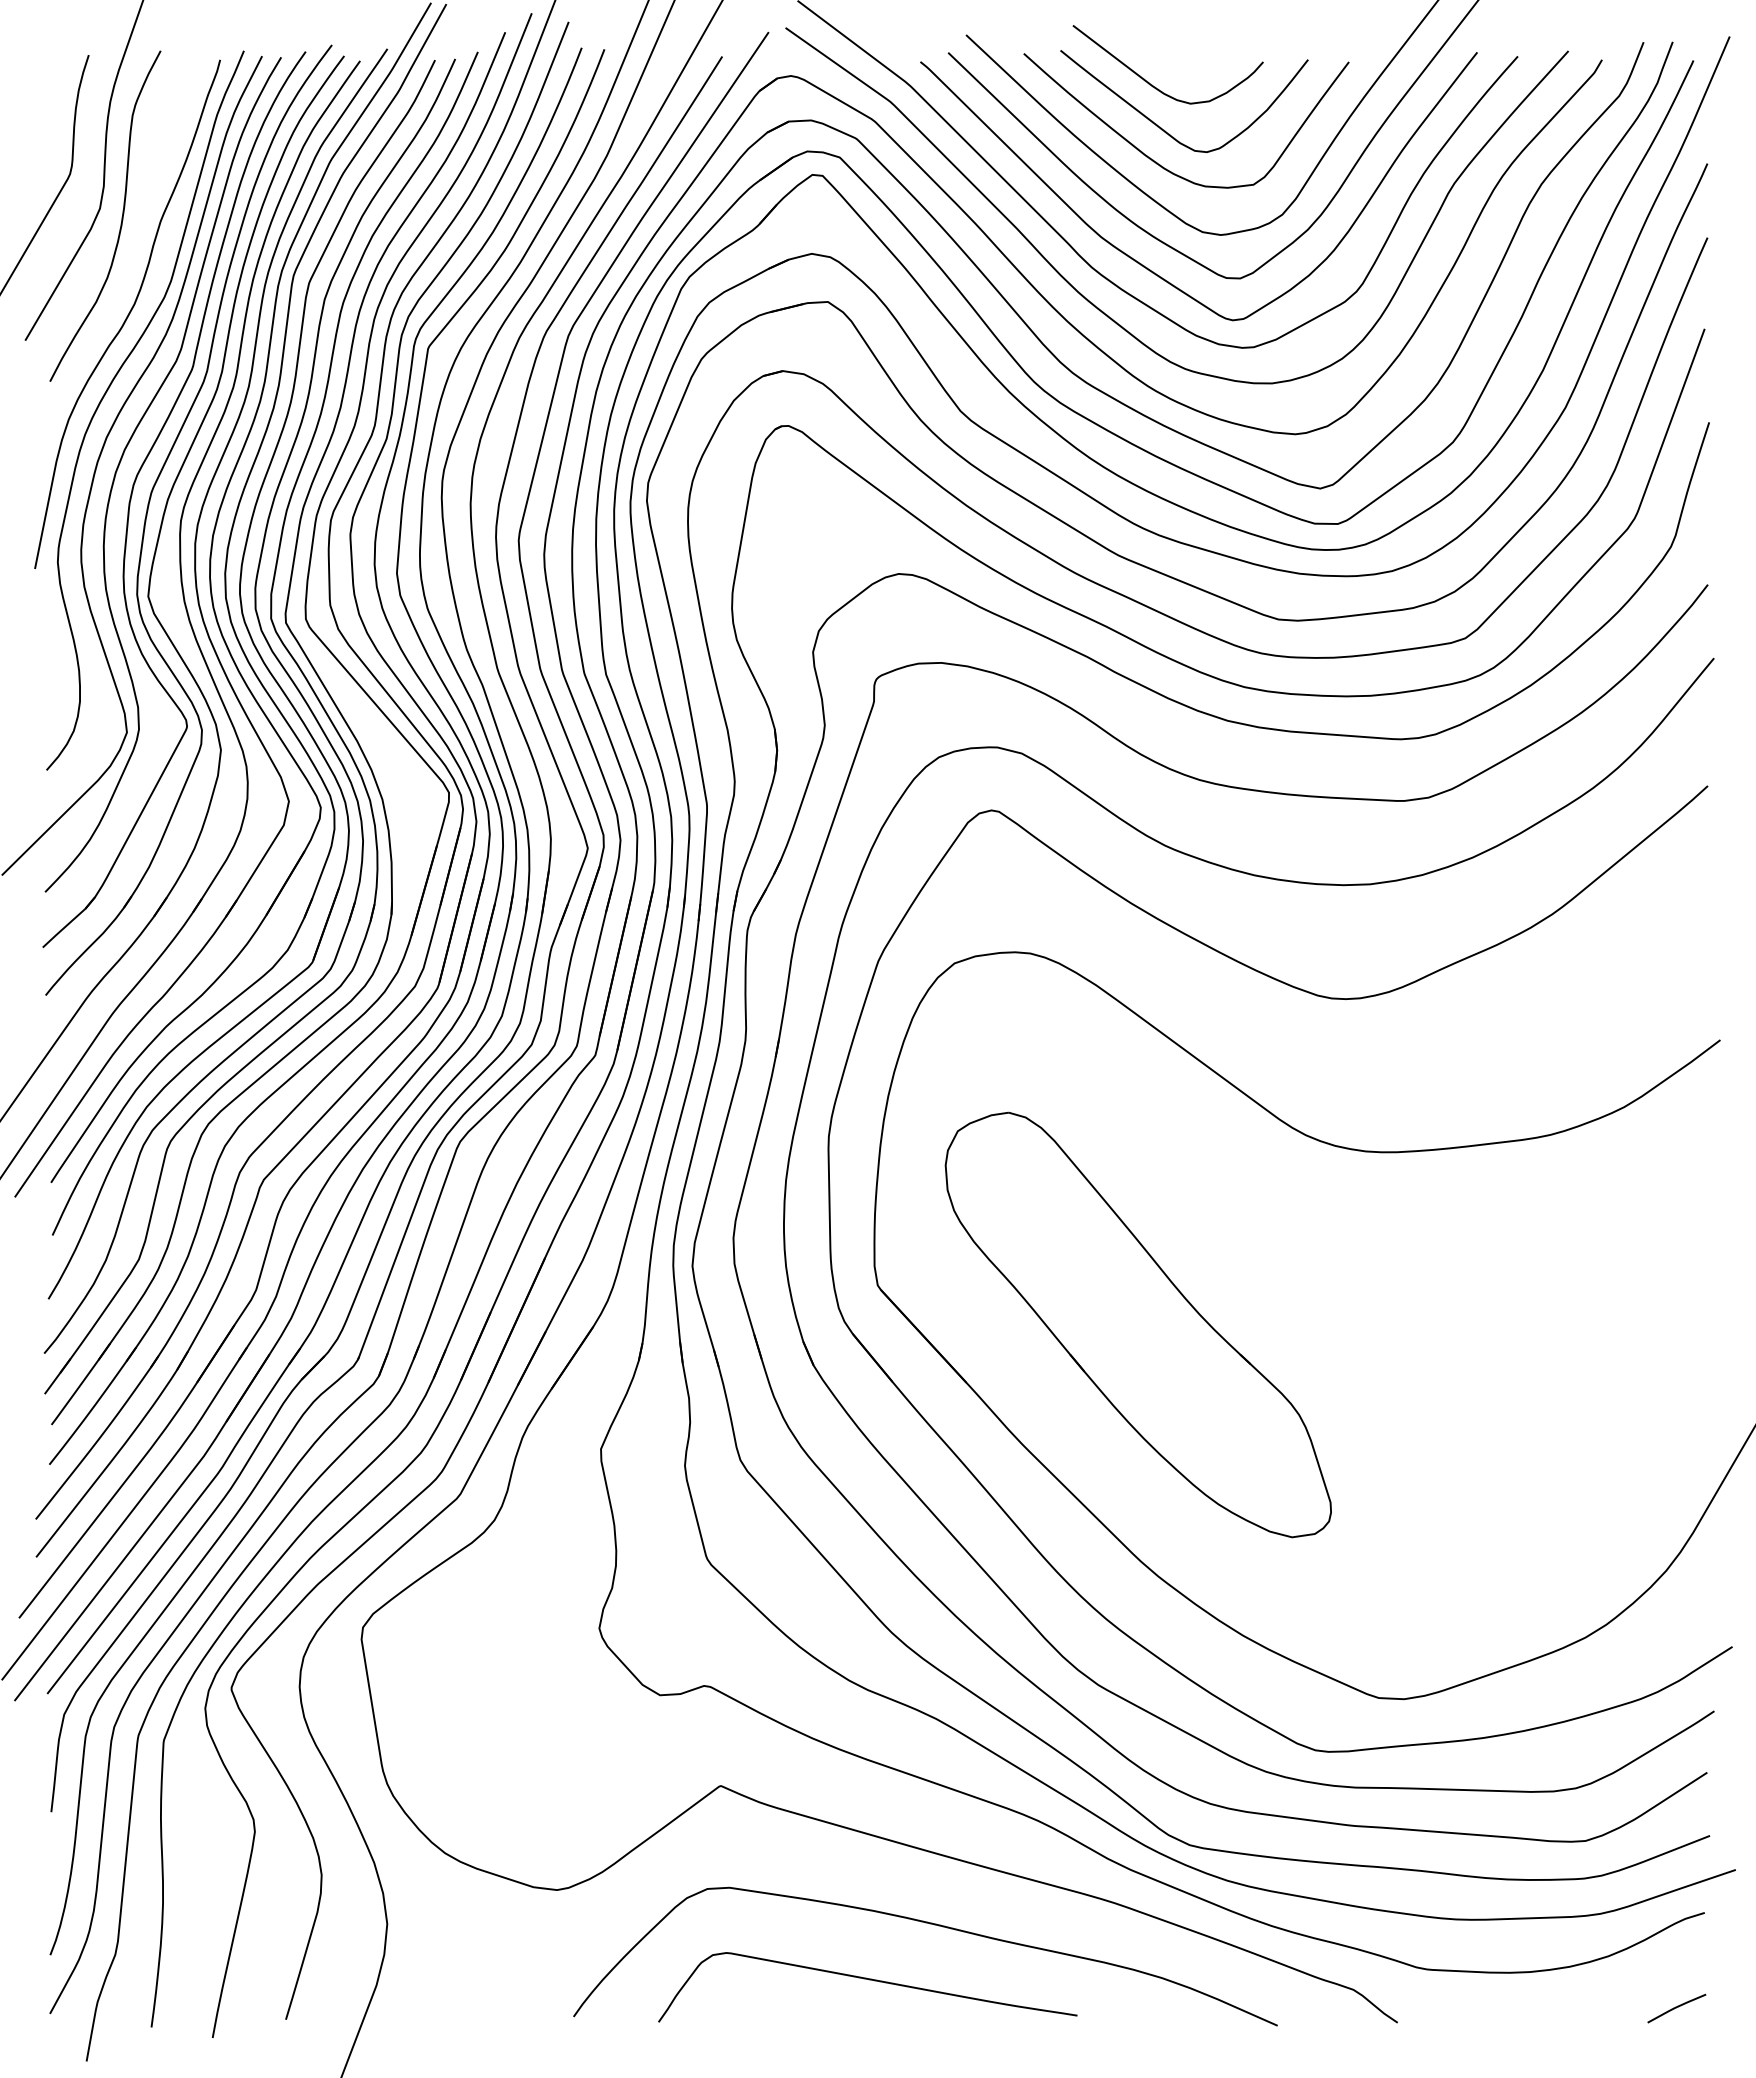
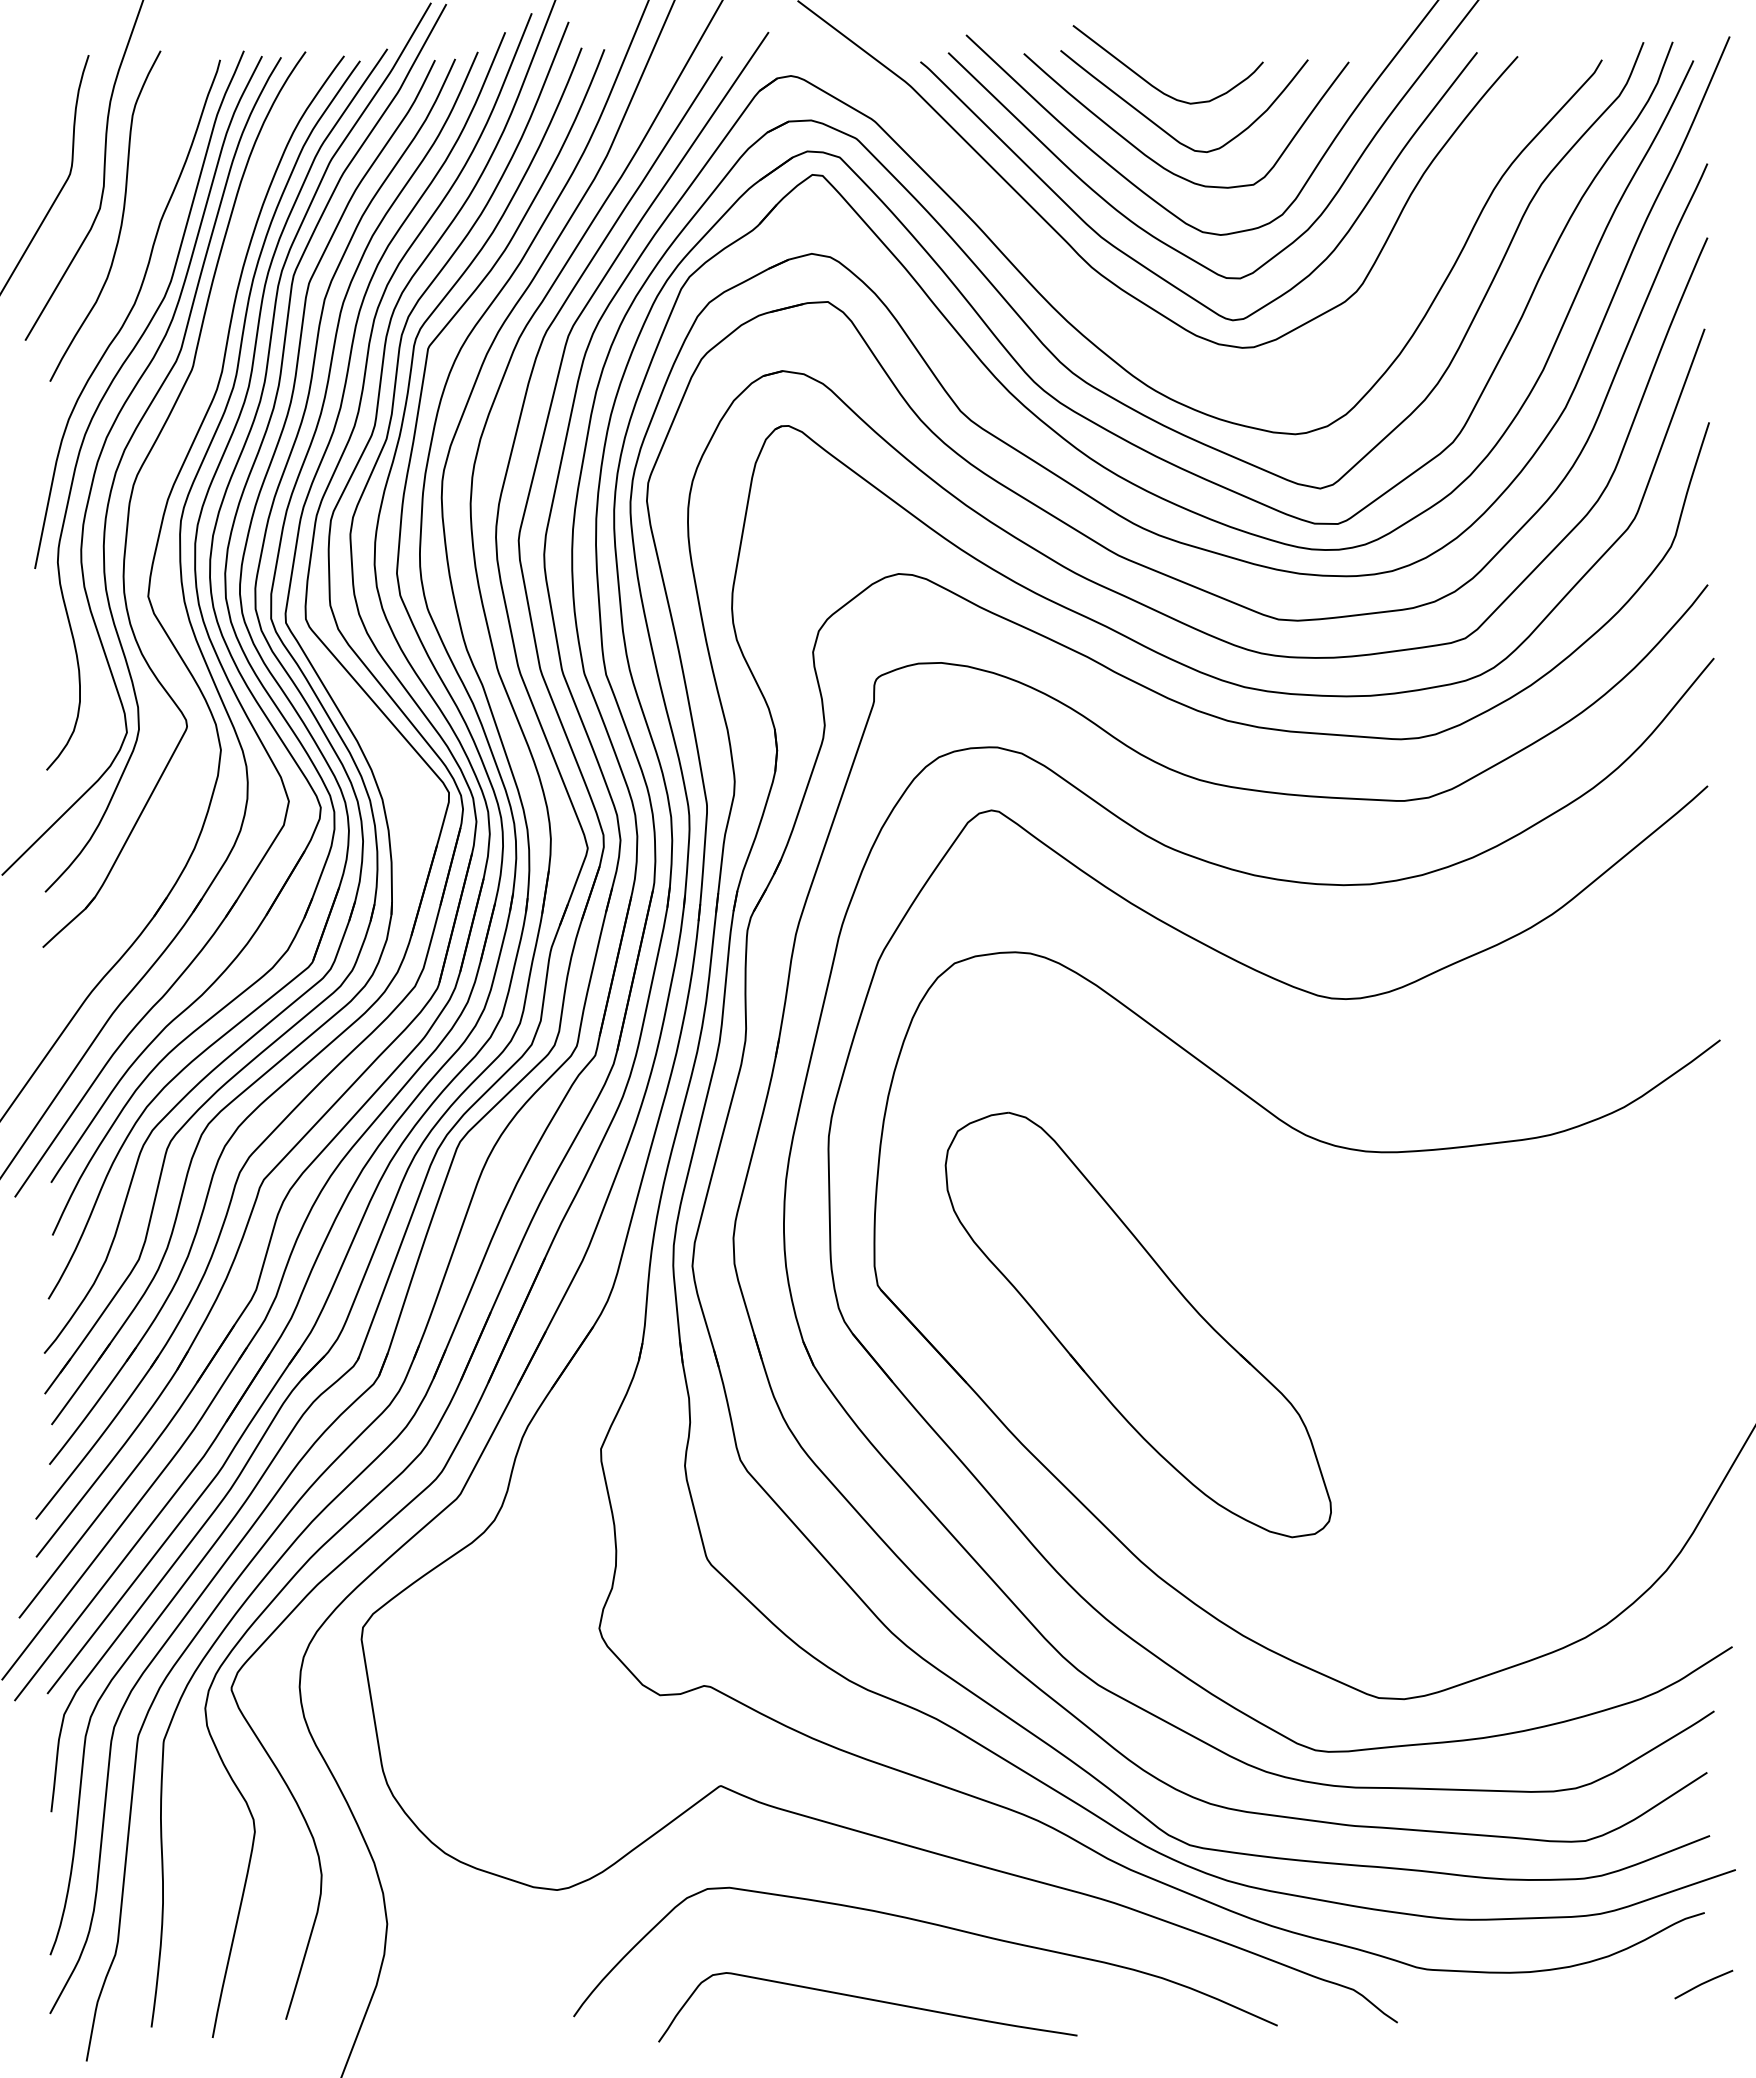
curve at (1098, 307): present -> none
part at (148, 511): present -> none
curve at (869, 1980) position: (869, 1980) -> (869, 2000)
line at (1676, 2008) position: (1676, 2008) -> (1703, 1984)
